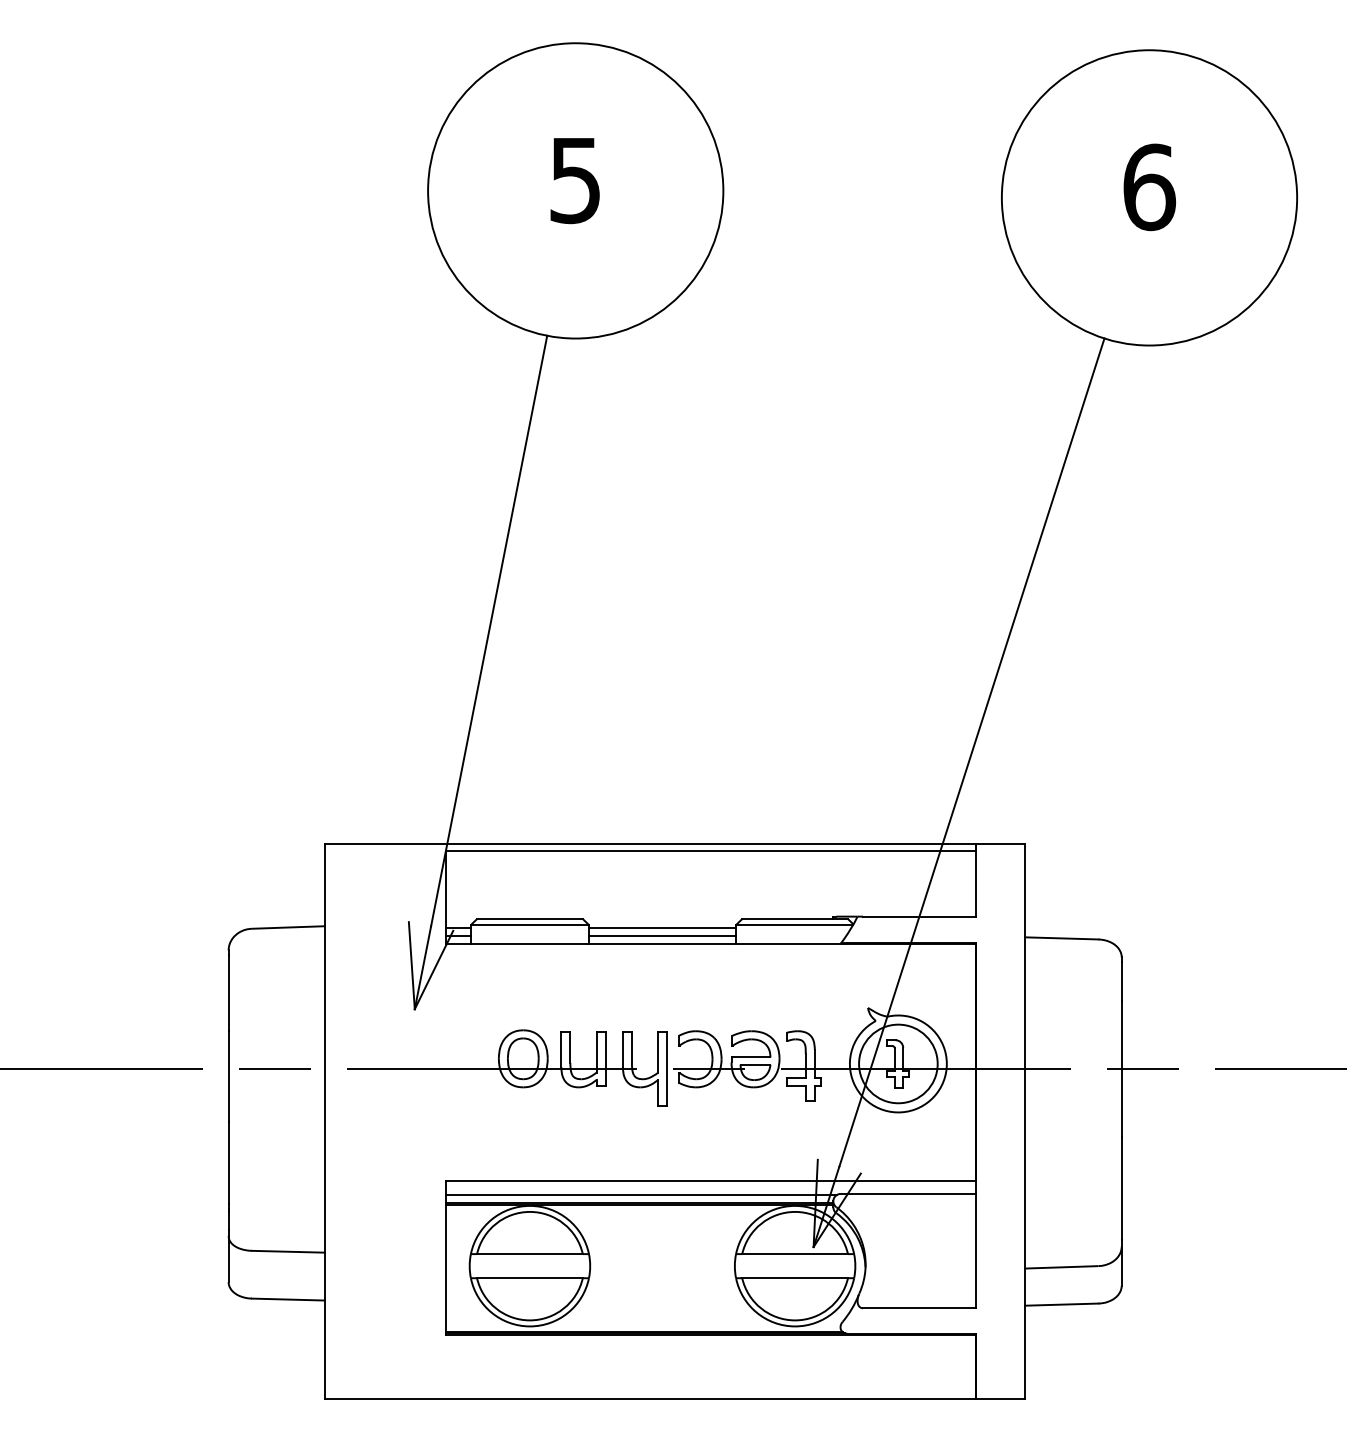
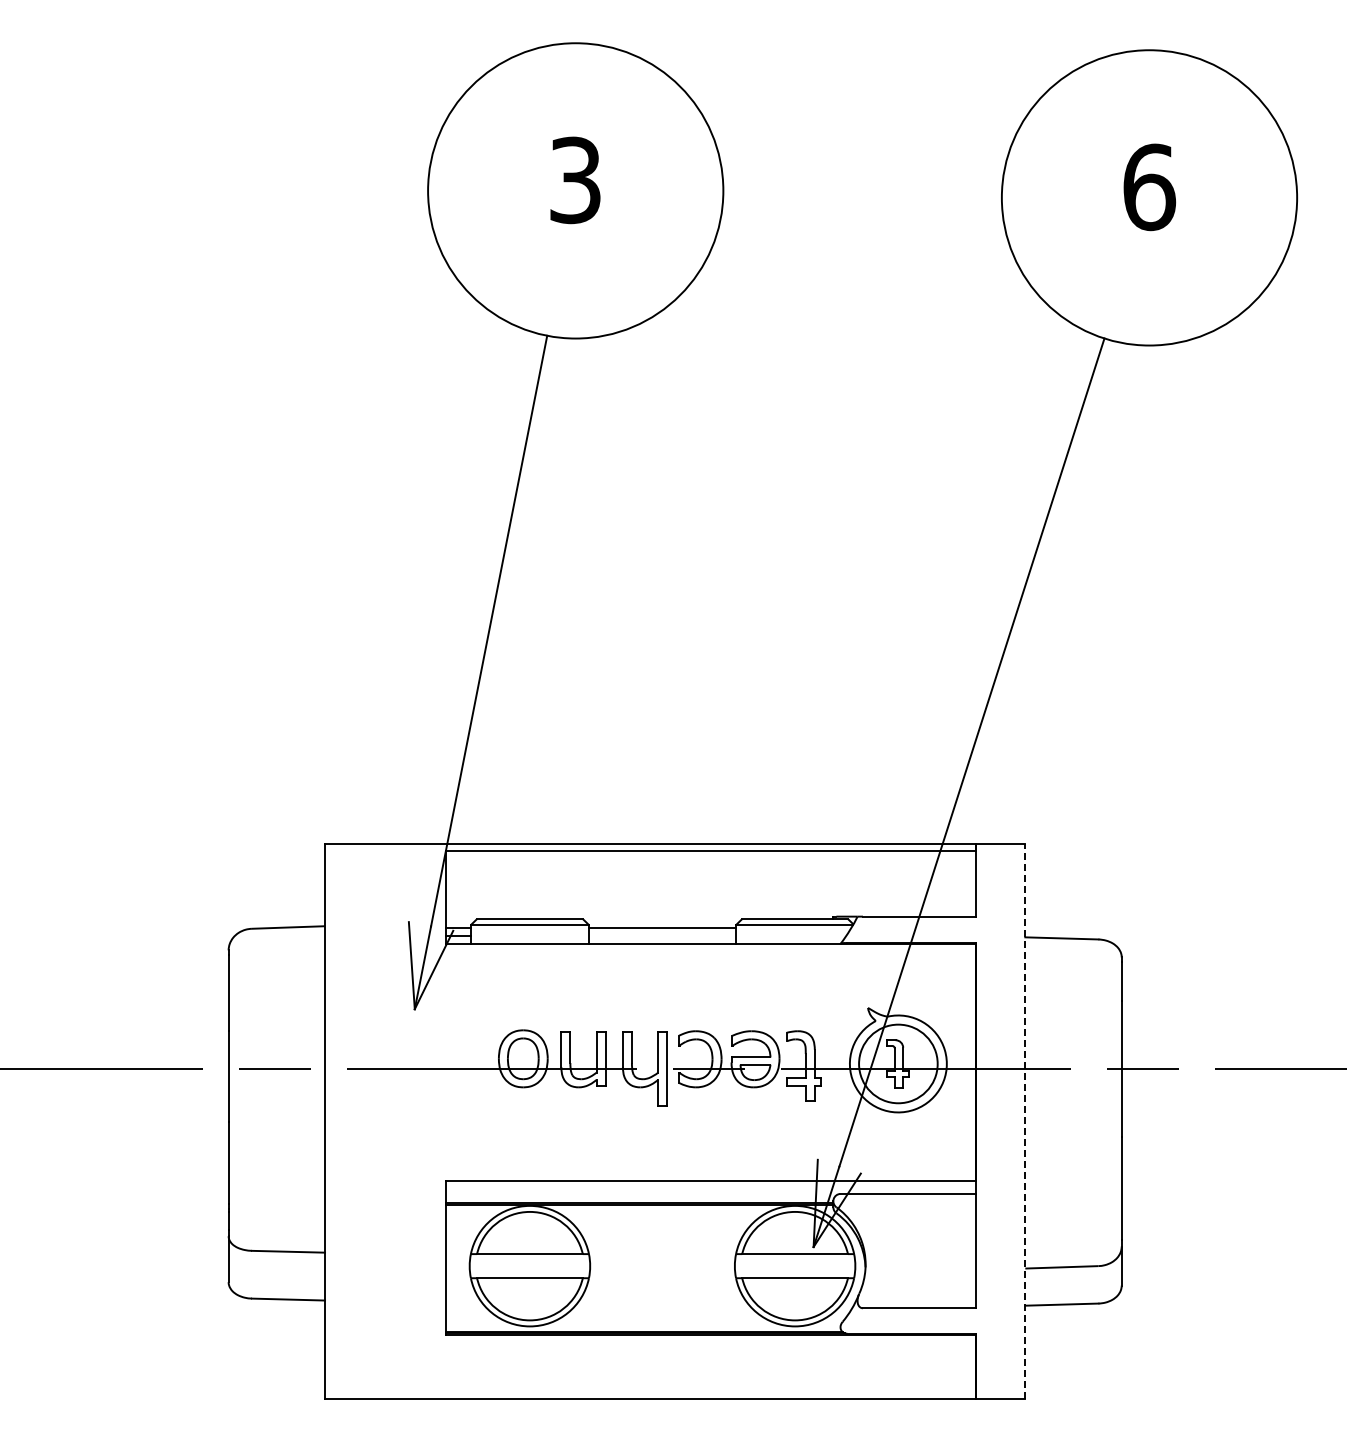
text at (575, 179): 5 -> 3
line at (662, 936): present -> none
line at (1025, 1121): solid -> dashed
line at (641, 1194): present -> none
